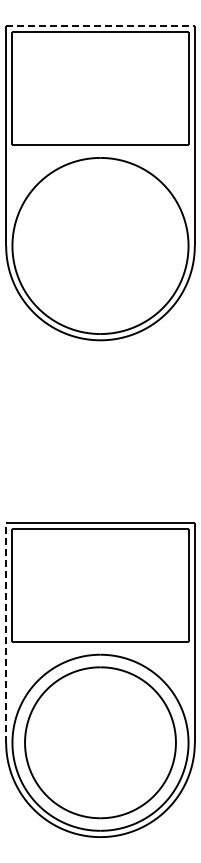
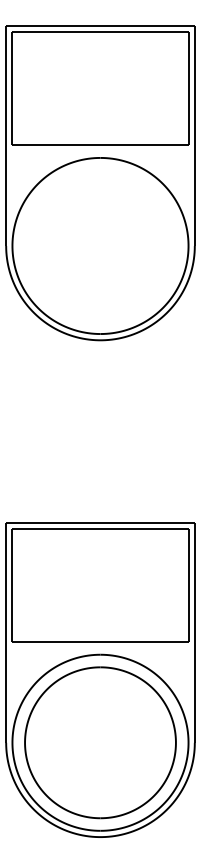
line at (100, 25): dashed -> solid
line at (6, 632): dashed -> solid
